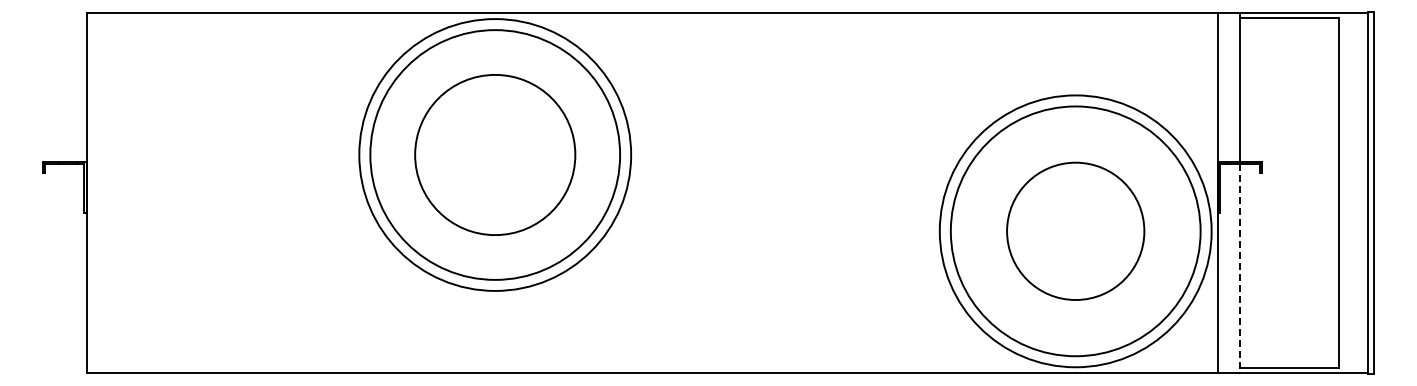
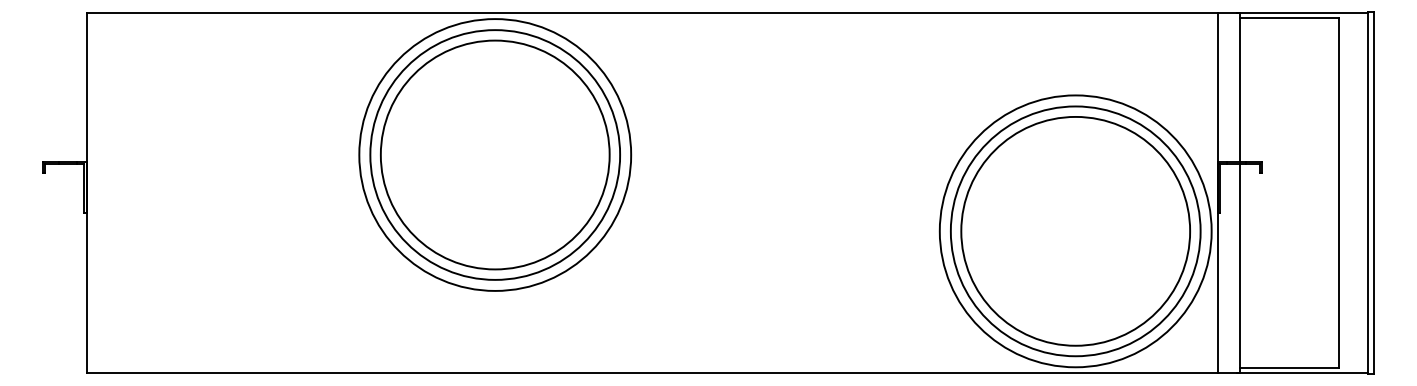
circle at (495, 154) diameter: 160 px -> 229 px
circle at (1075, 231) diameter: 137 px -> 229 px
line at (1240, 268): dashed -> solid
